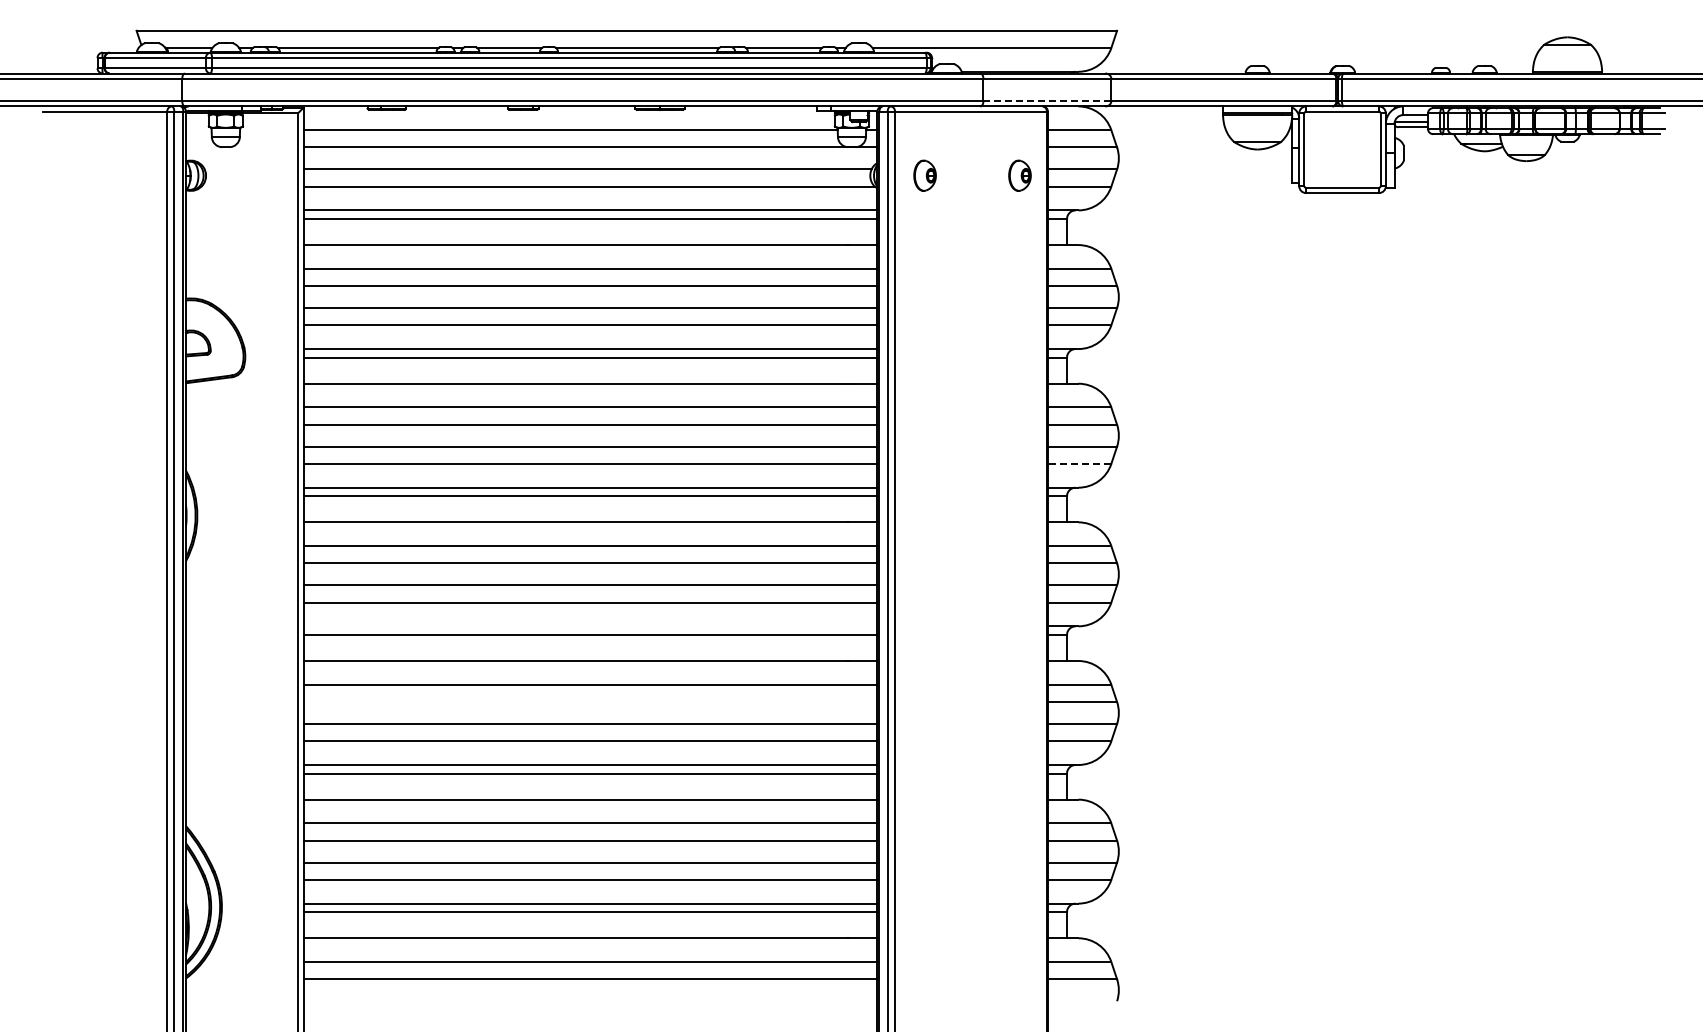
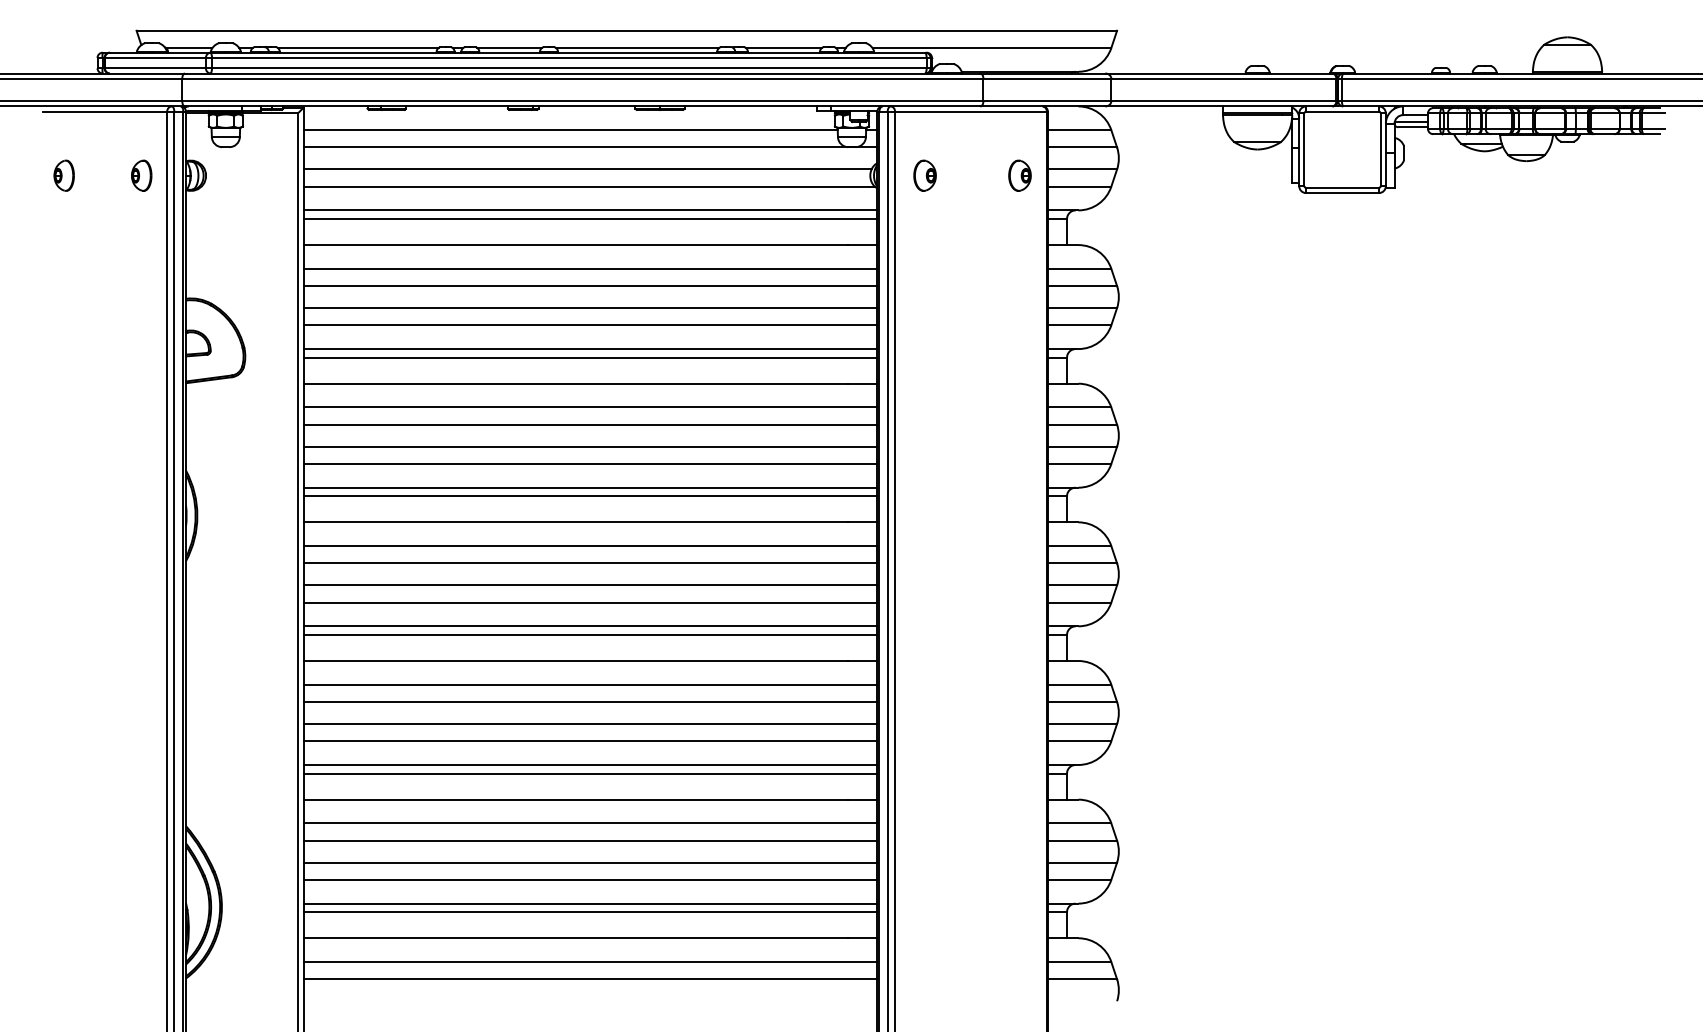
line at (1047, 101): dashed -> solid
part at (63, 175): none -> present
part at (141, 175): none -> present
line at (1079, 464): dashed -> solid
line at (590, 626): none -> present
line at (590, 702): none -> present
